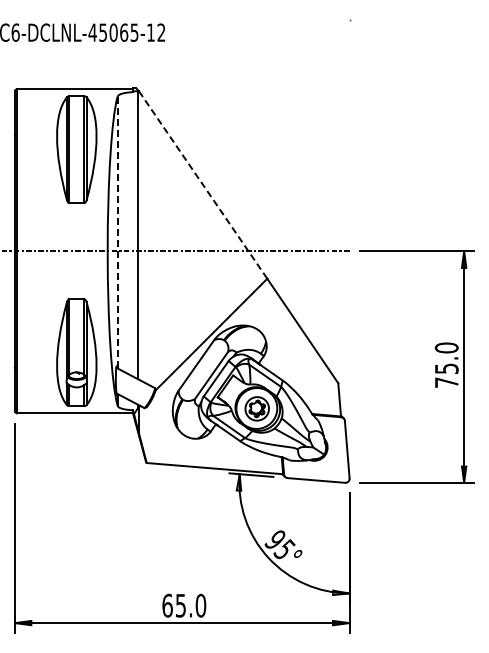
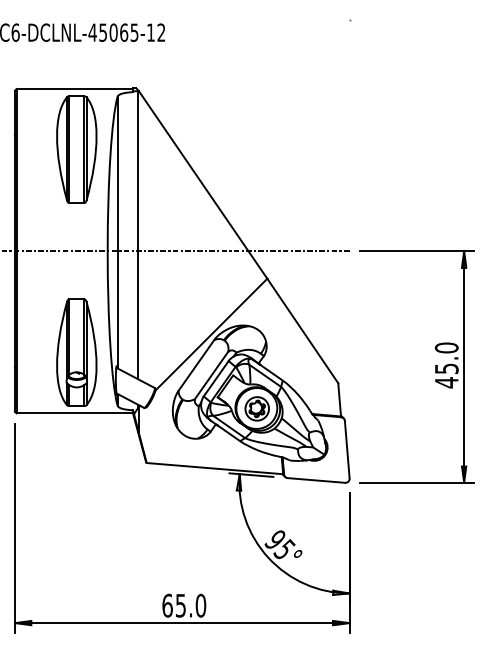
line at (203, 185): dashed -> solid
line at (117, 232): dashed -> solid
text at (446, 382): 75.0 -> 45.0
